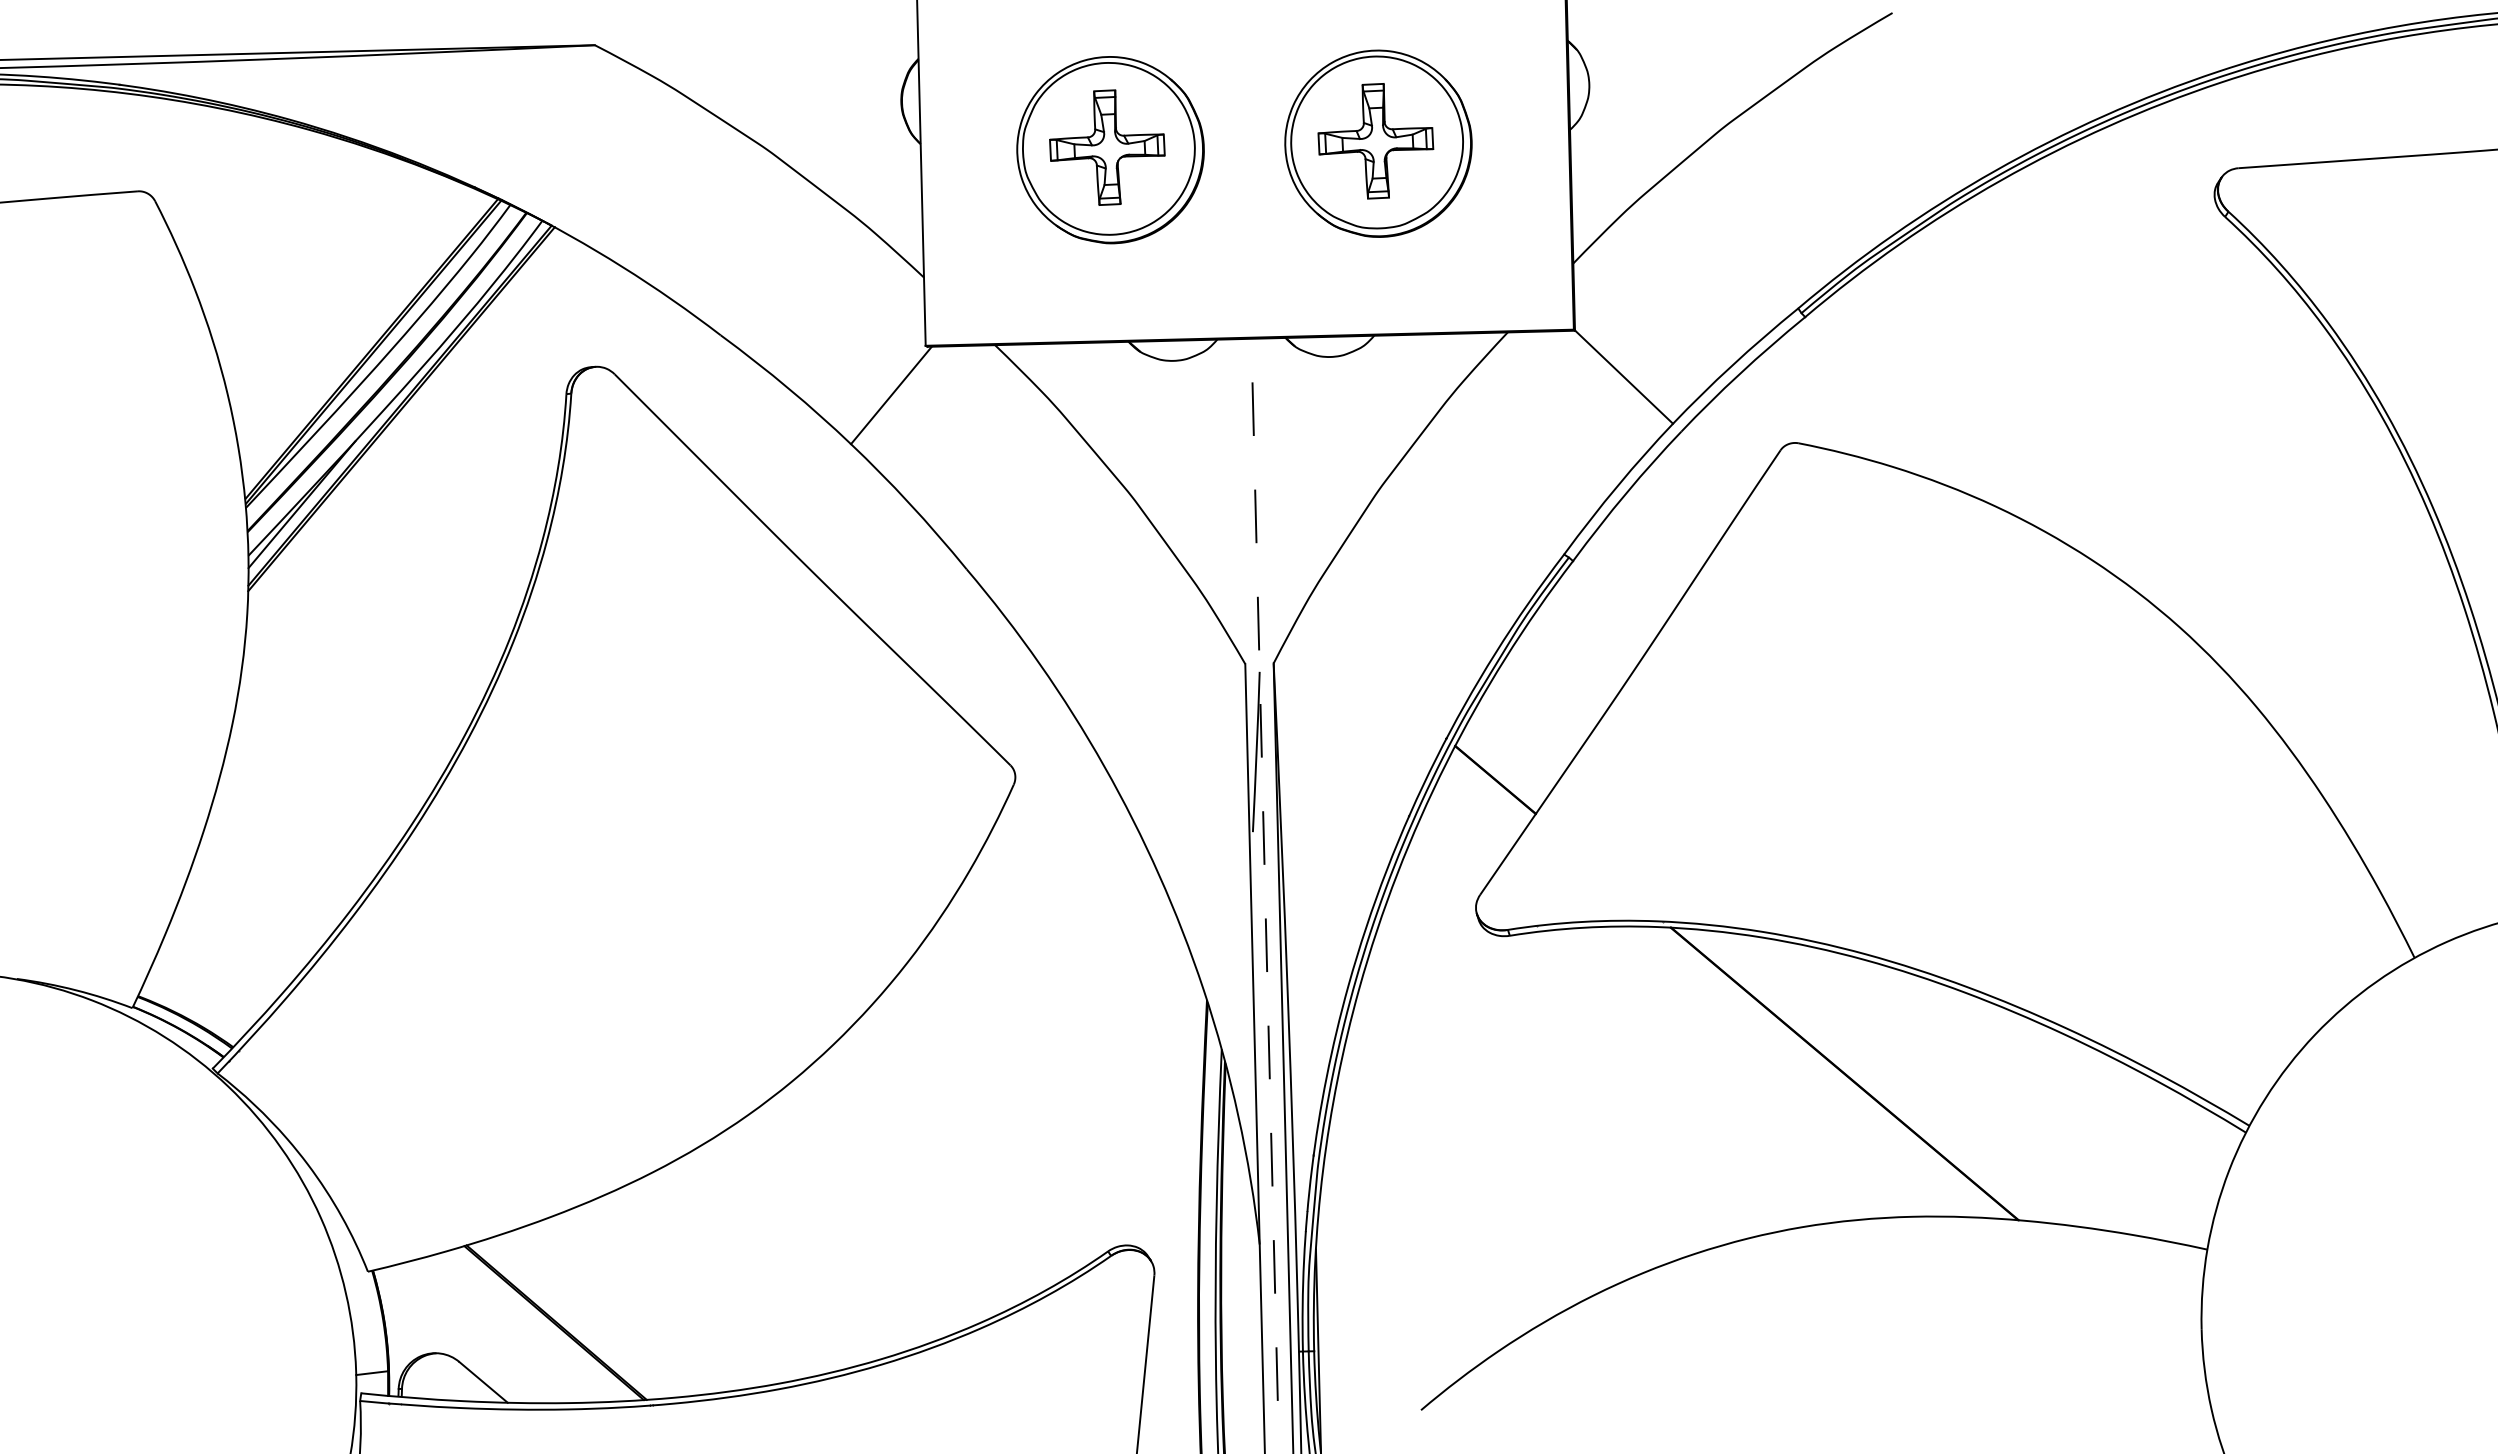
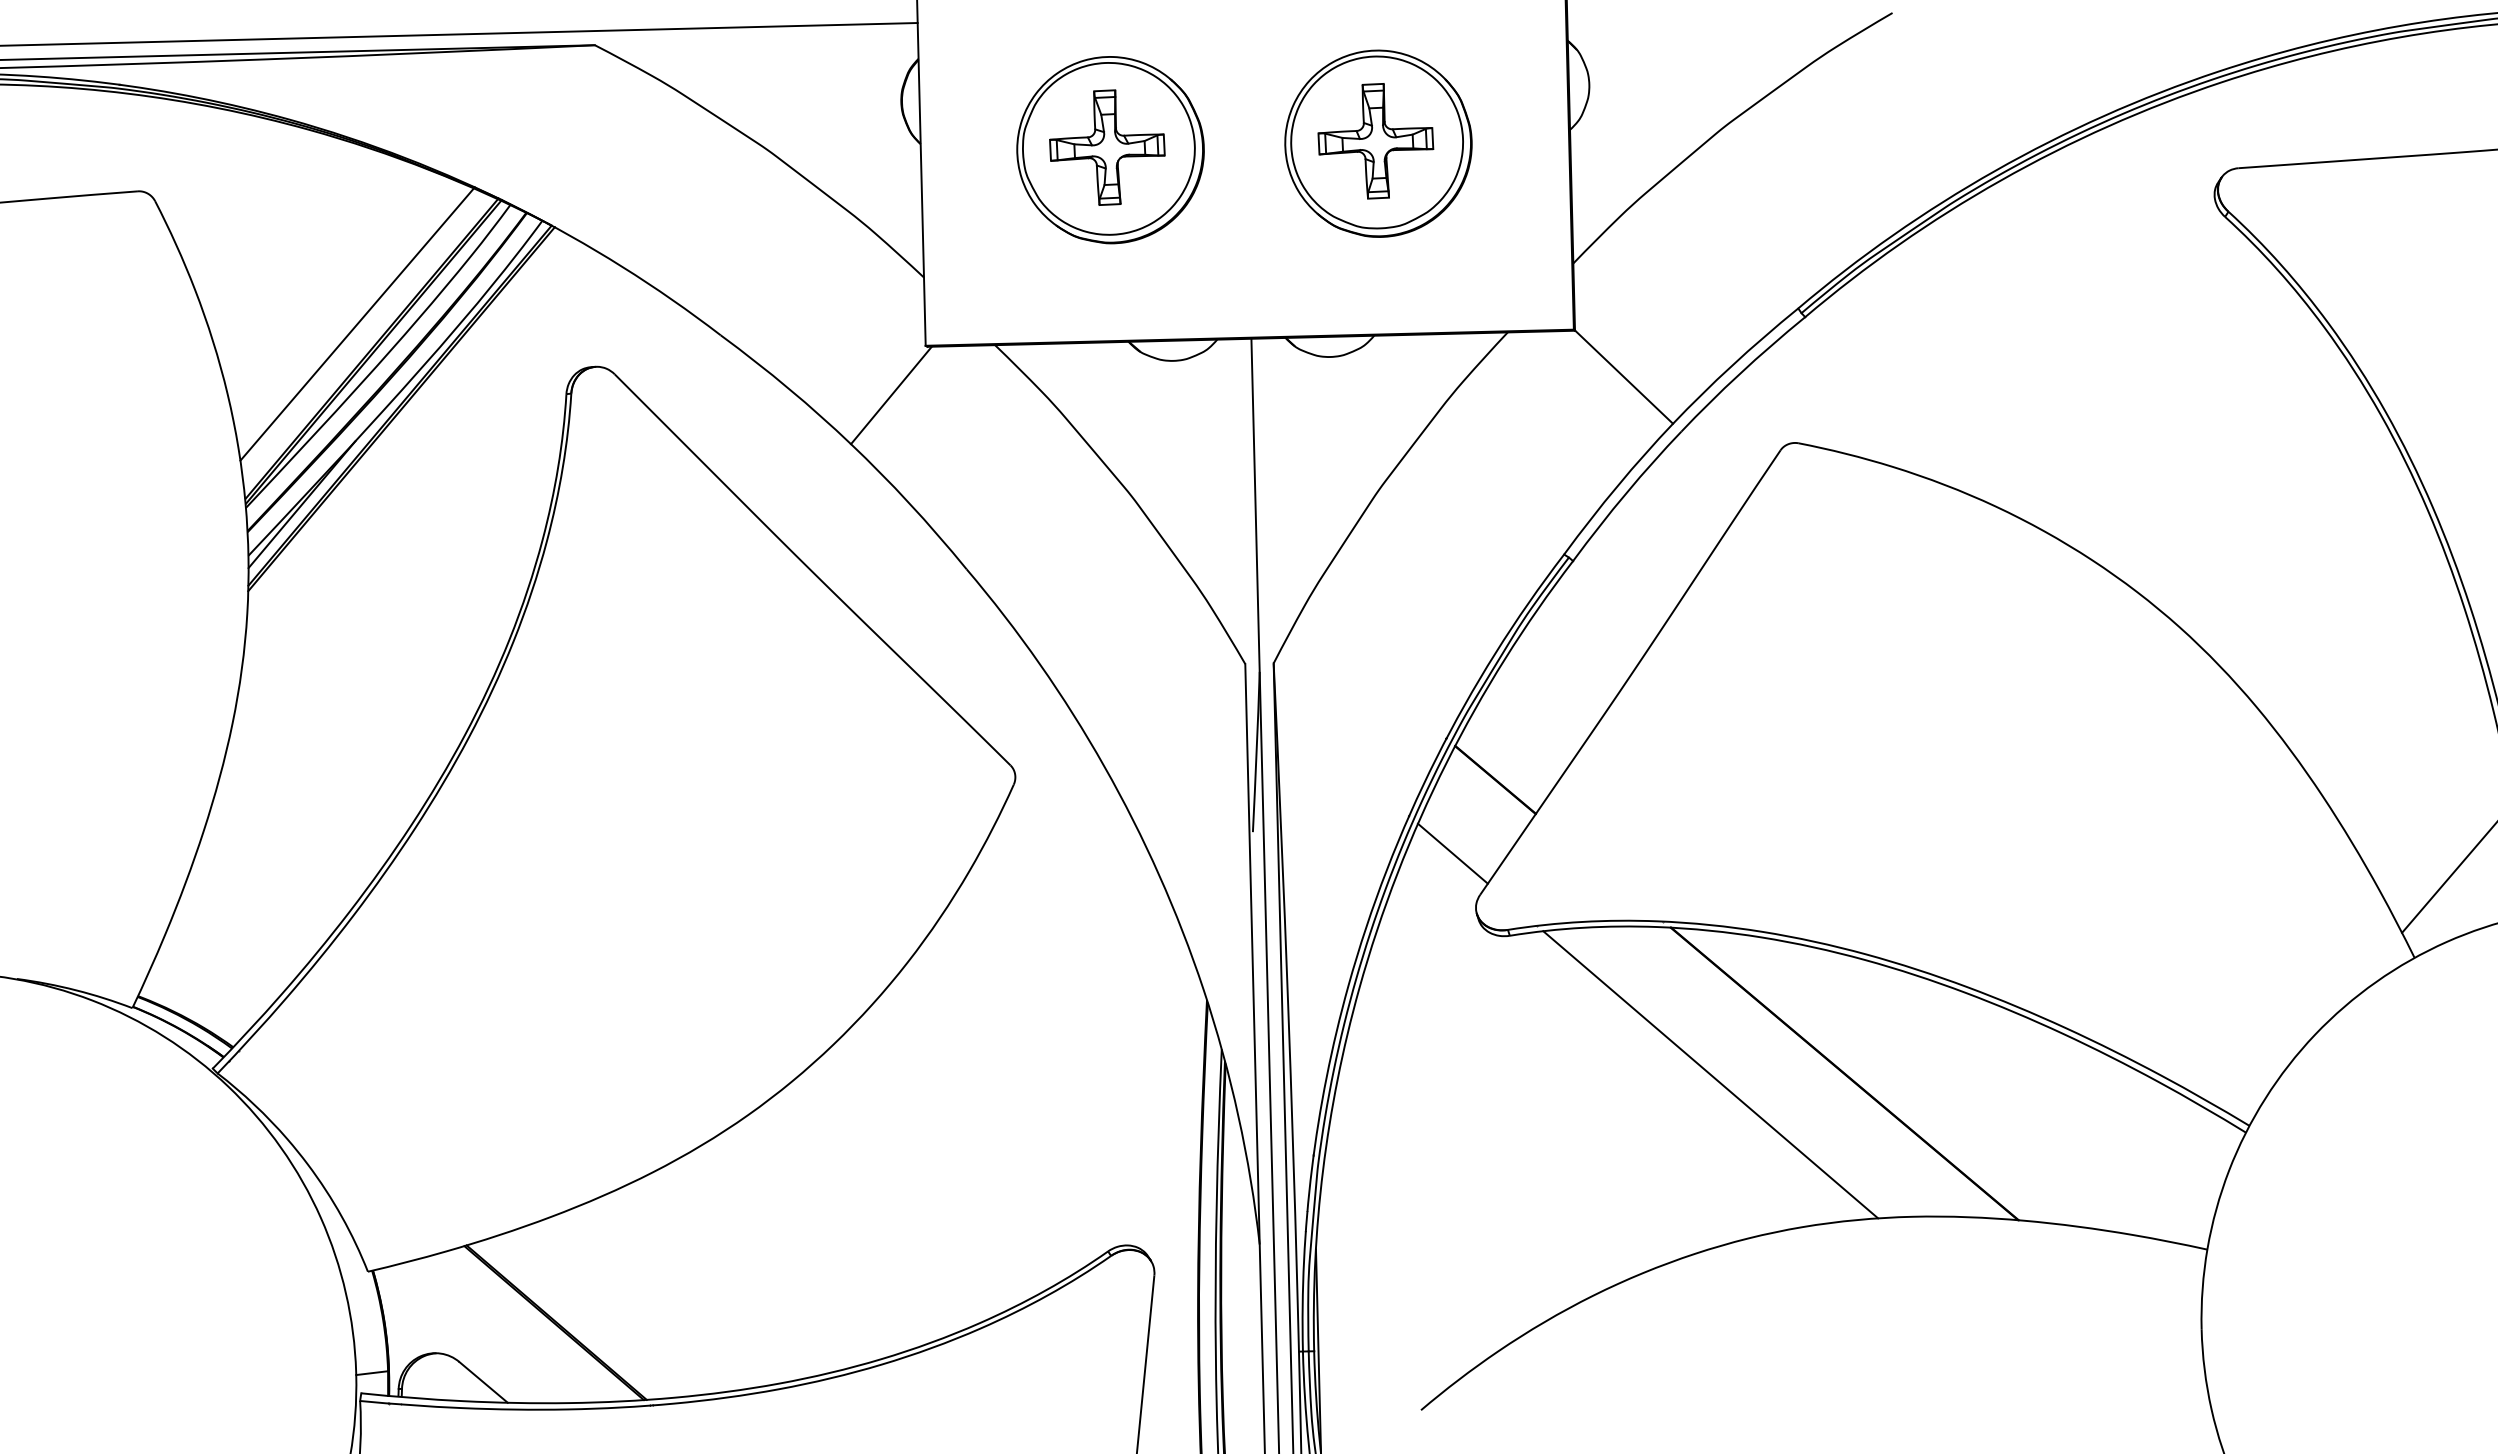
line at (459, 34): none -> present
line at (356, 324): none -> present
line at (1452, 853): none -> present
line at (2448, 878): none -> present
line at (1265, 895): dashed -> solid
line at (1710, 1074): none -> present
